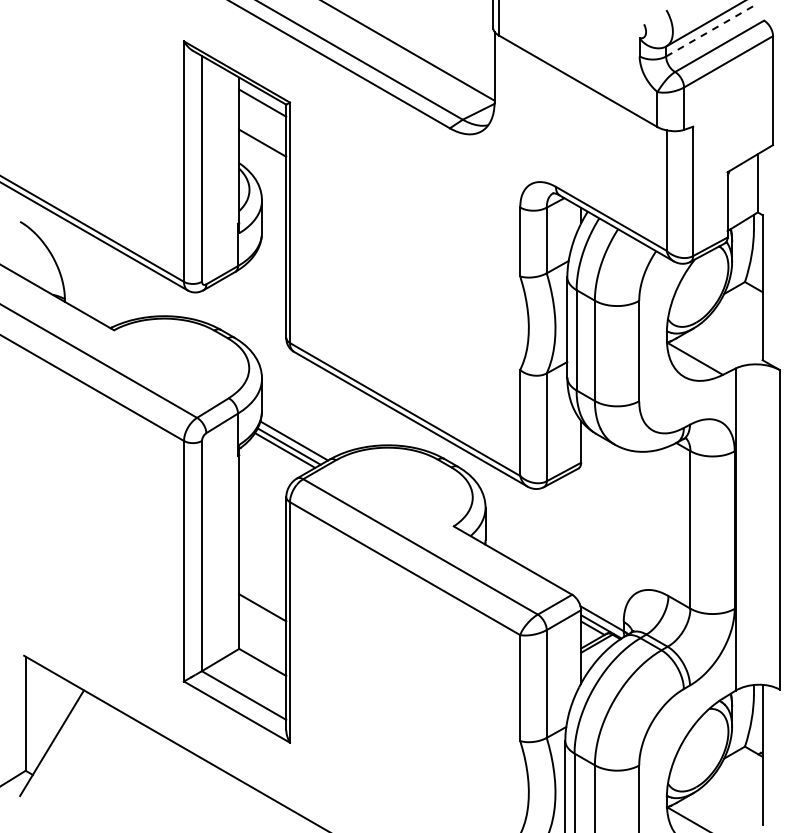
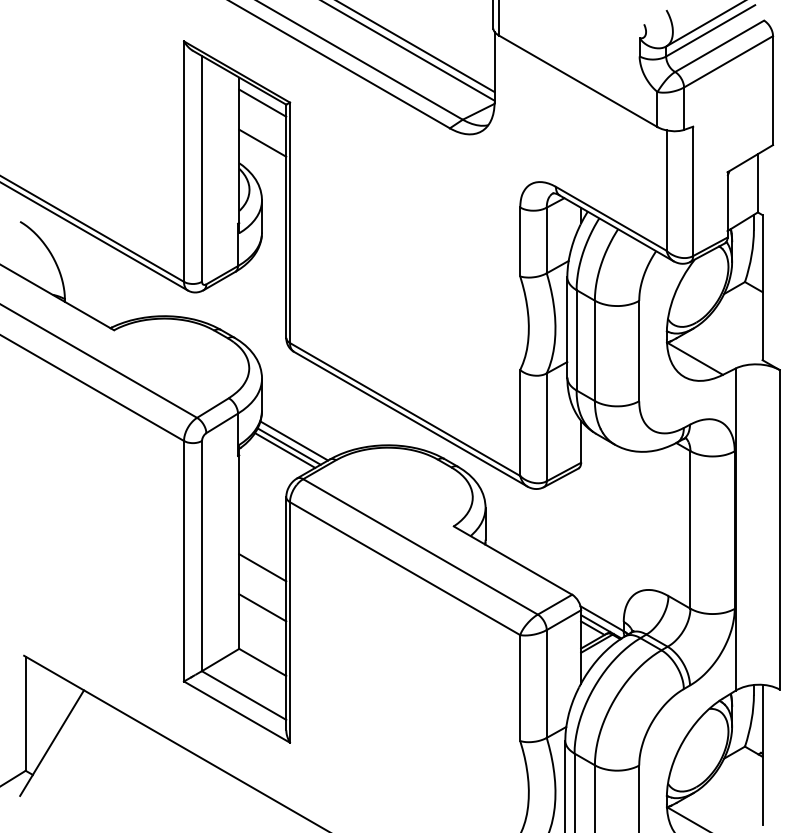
line at (711, 30): dashed -> solid
line at (416, 47): none -> present
line at (262, 567): none -> present
